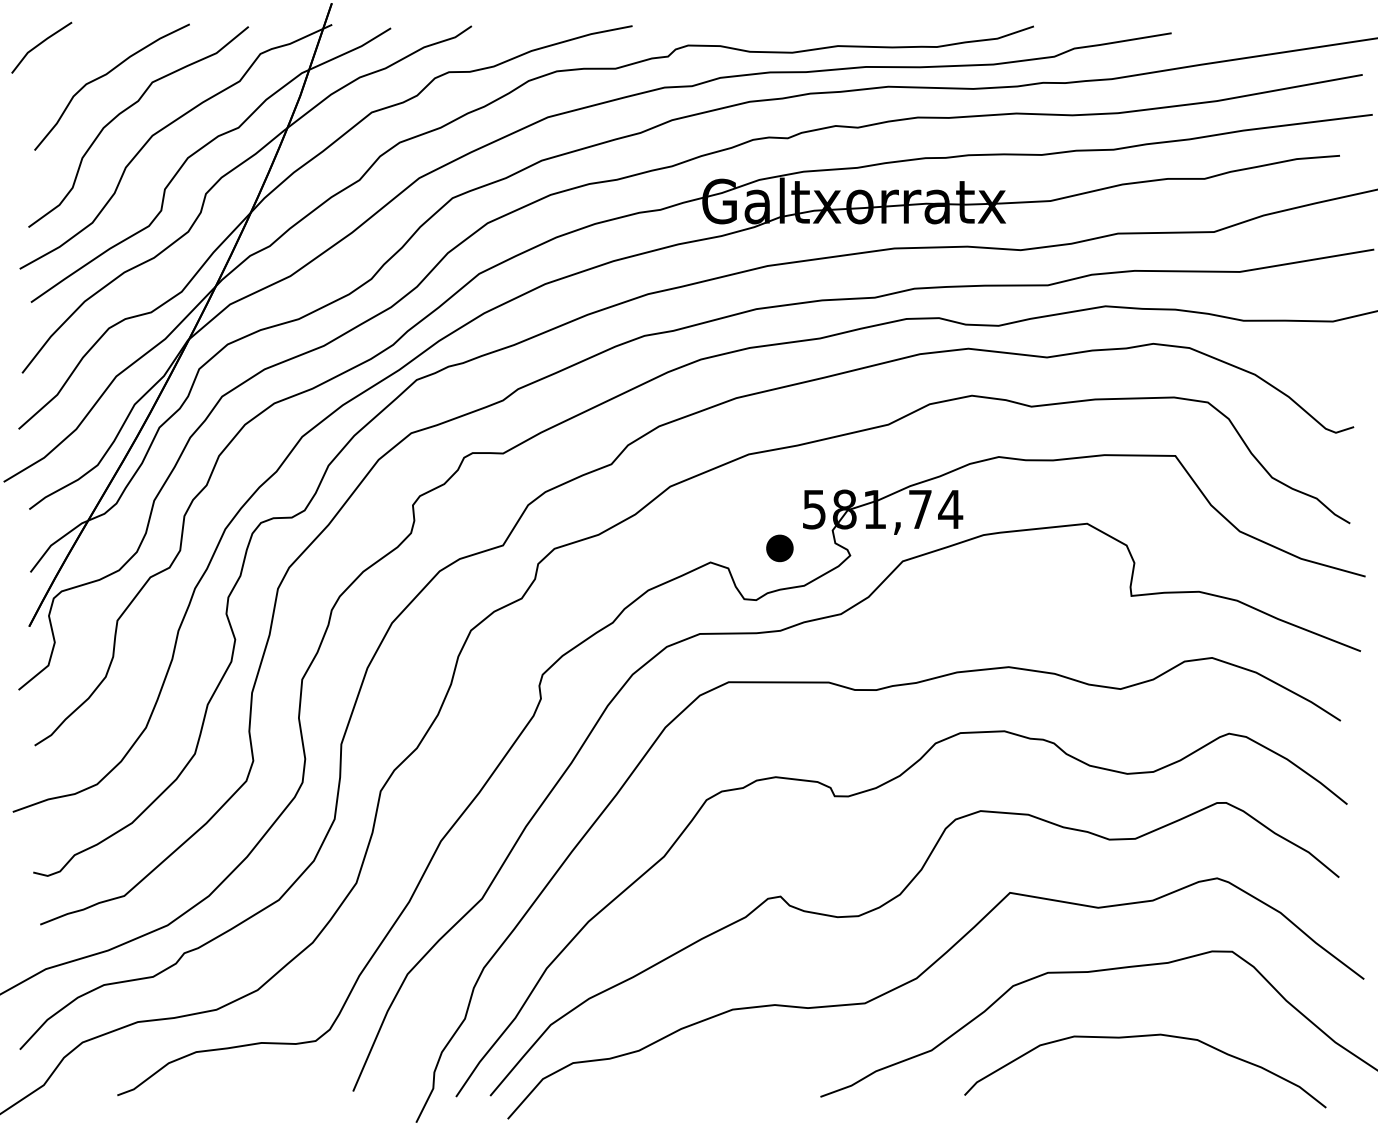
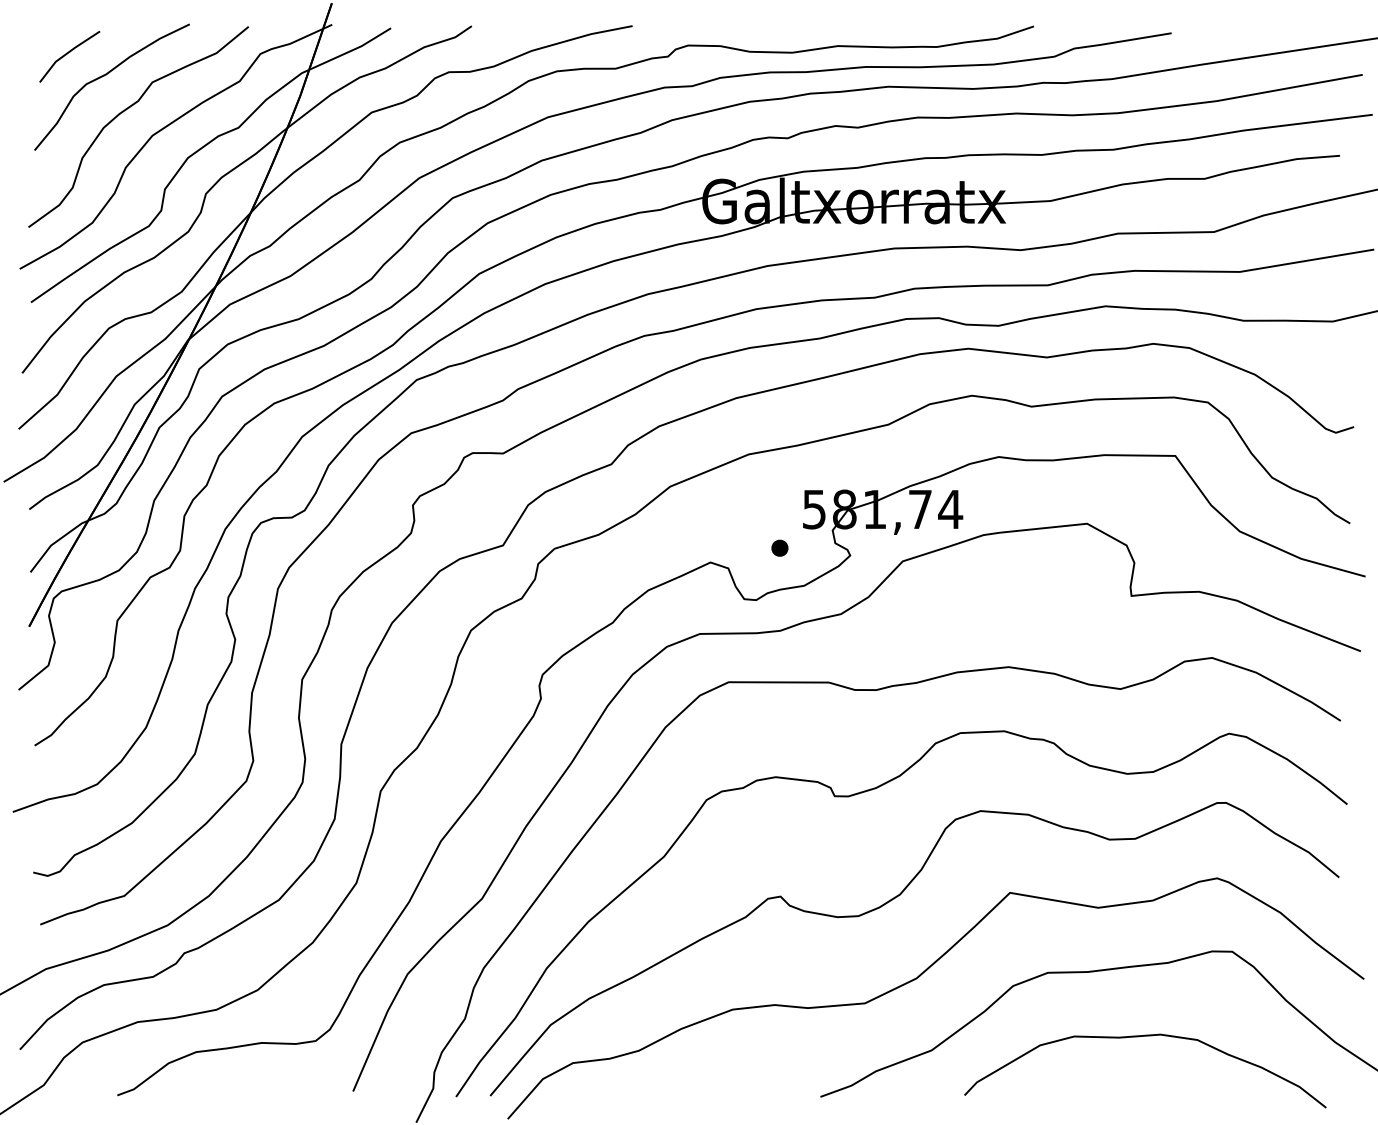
line at (39, 45) position: (39, 45) -> (67, 54)
part at (779, 548) size: 28x29 px -> 18x18 px
